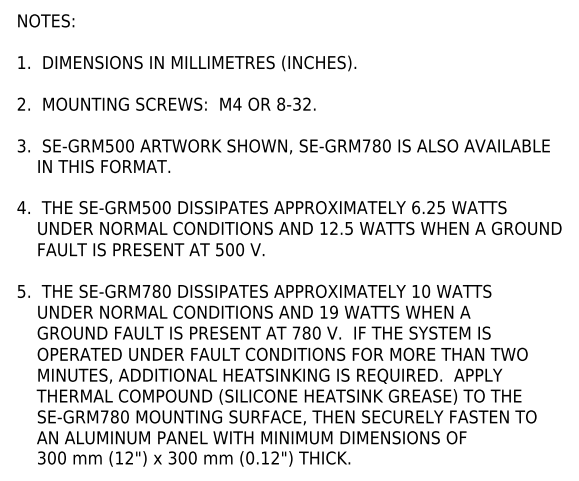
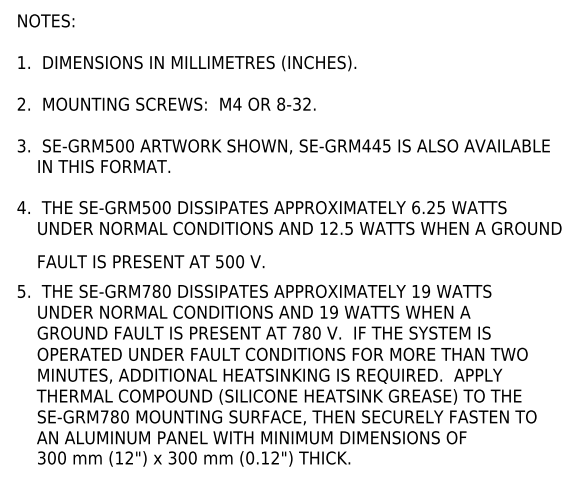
text at (376, 145): SE-GRM780 -> SE-GRM445
text at (151, 249) position: (151, 249) -> (151, 261)
text at (425, 291): 10 -> 19
